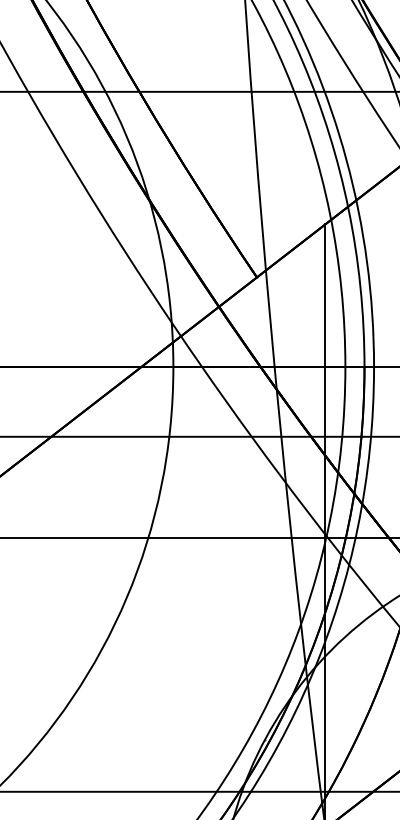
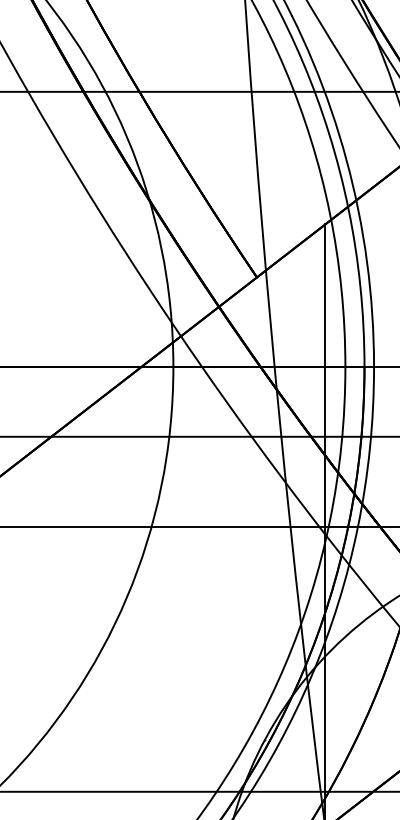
line at (199, 537) position: (199, 537) -> (199, 526)
